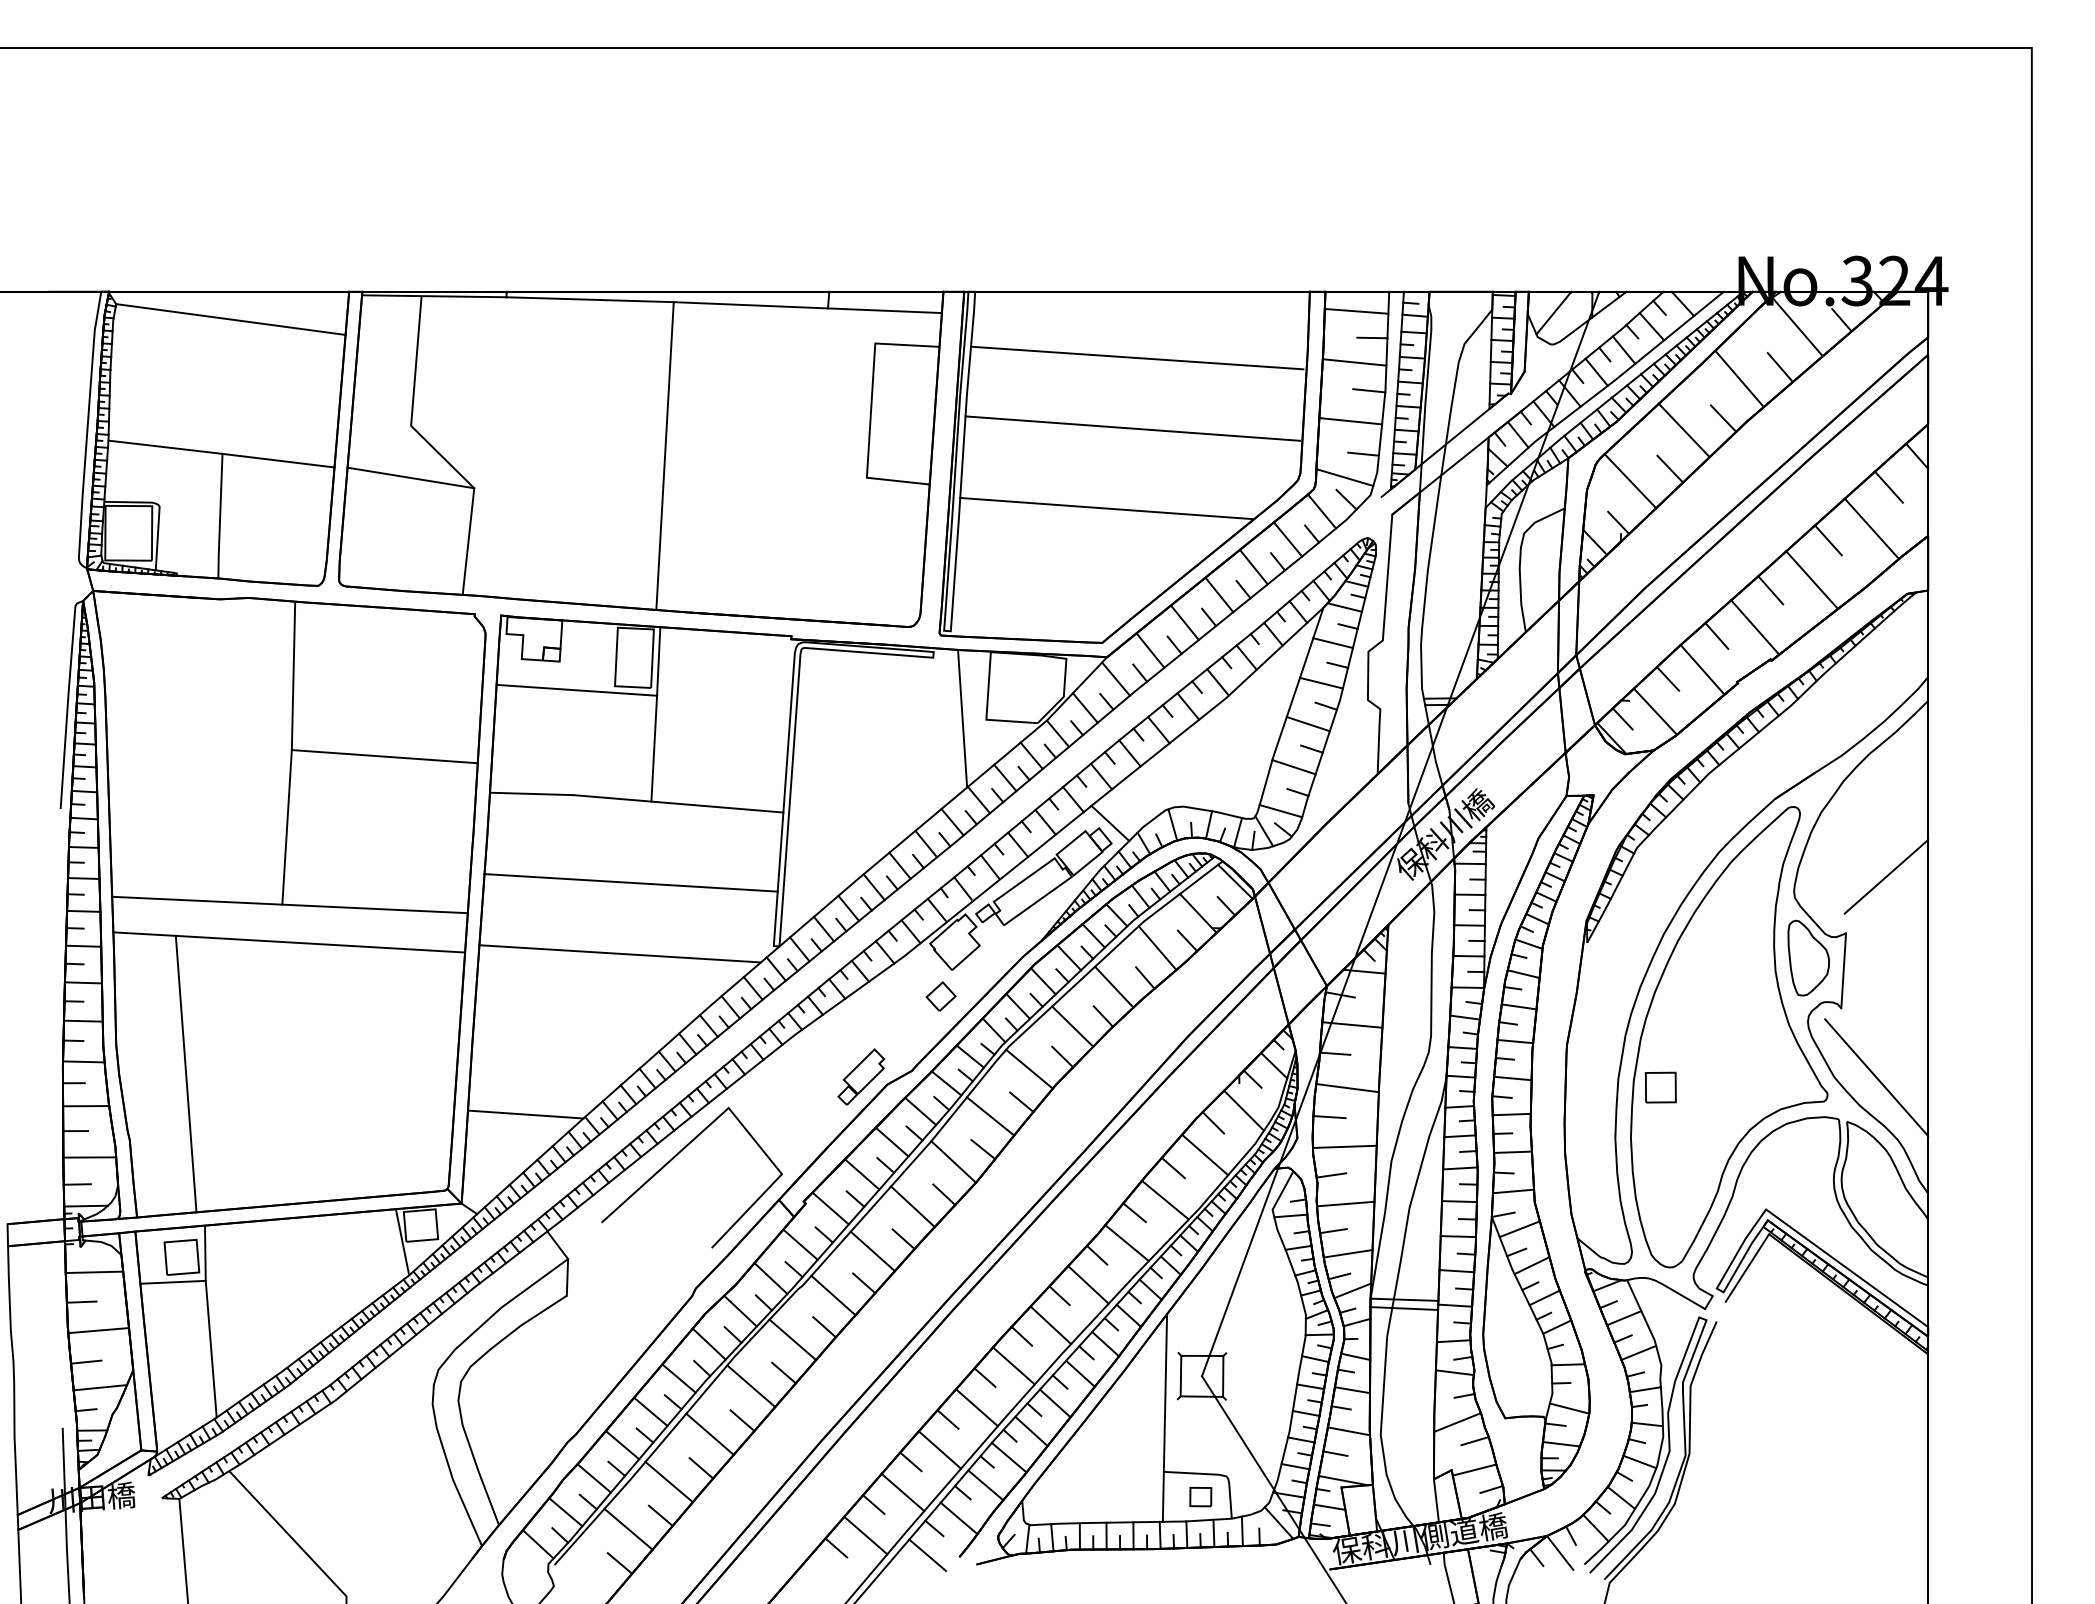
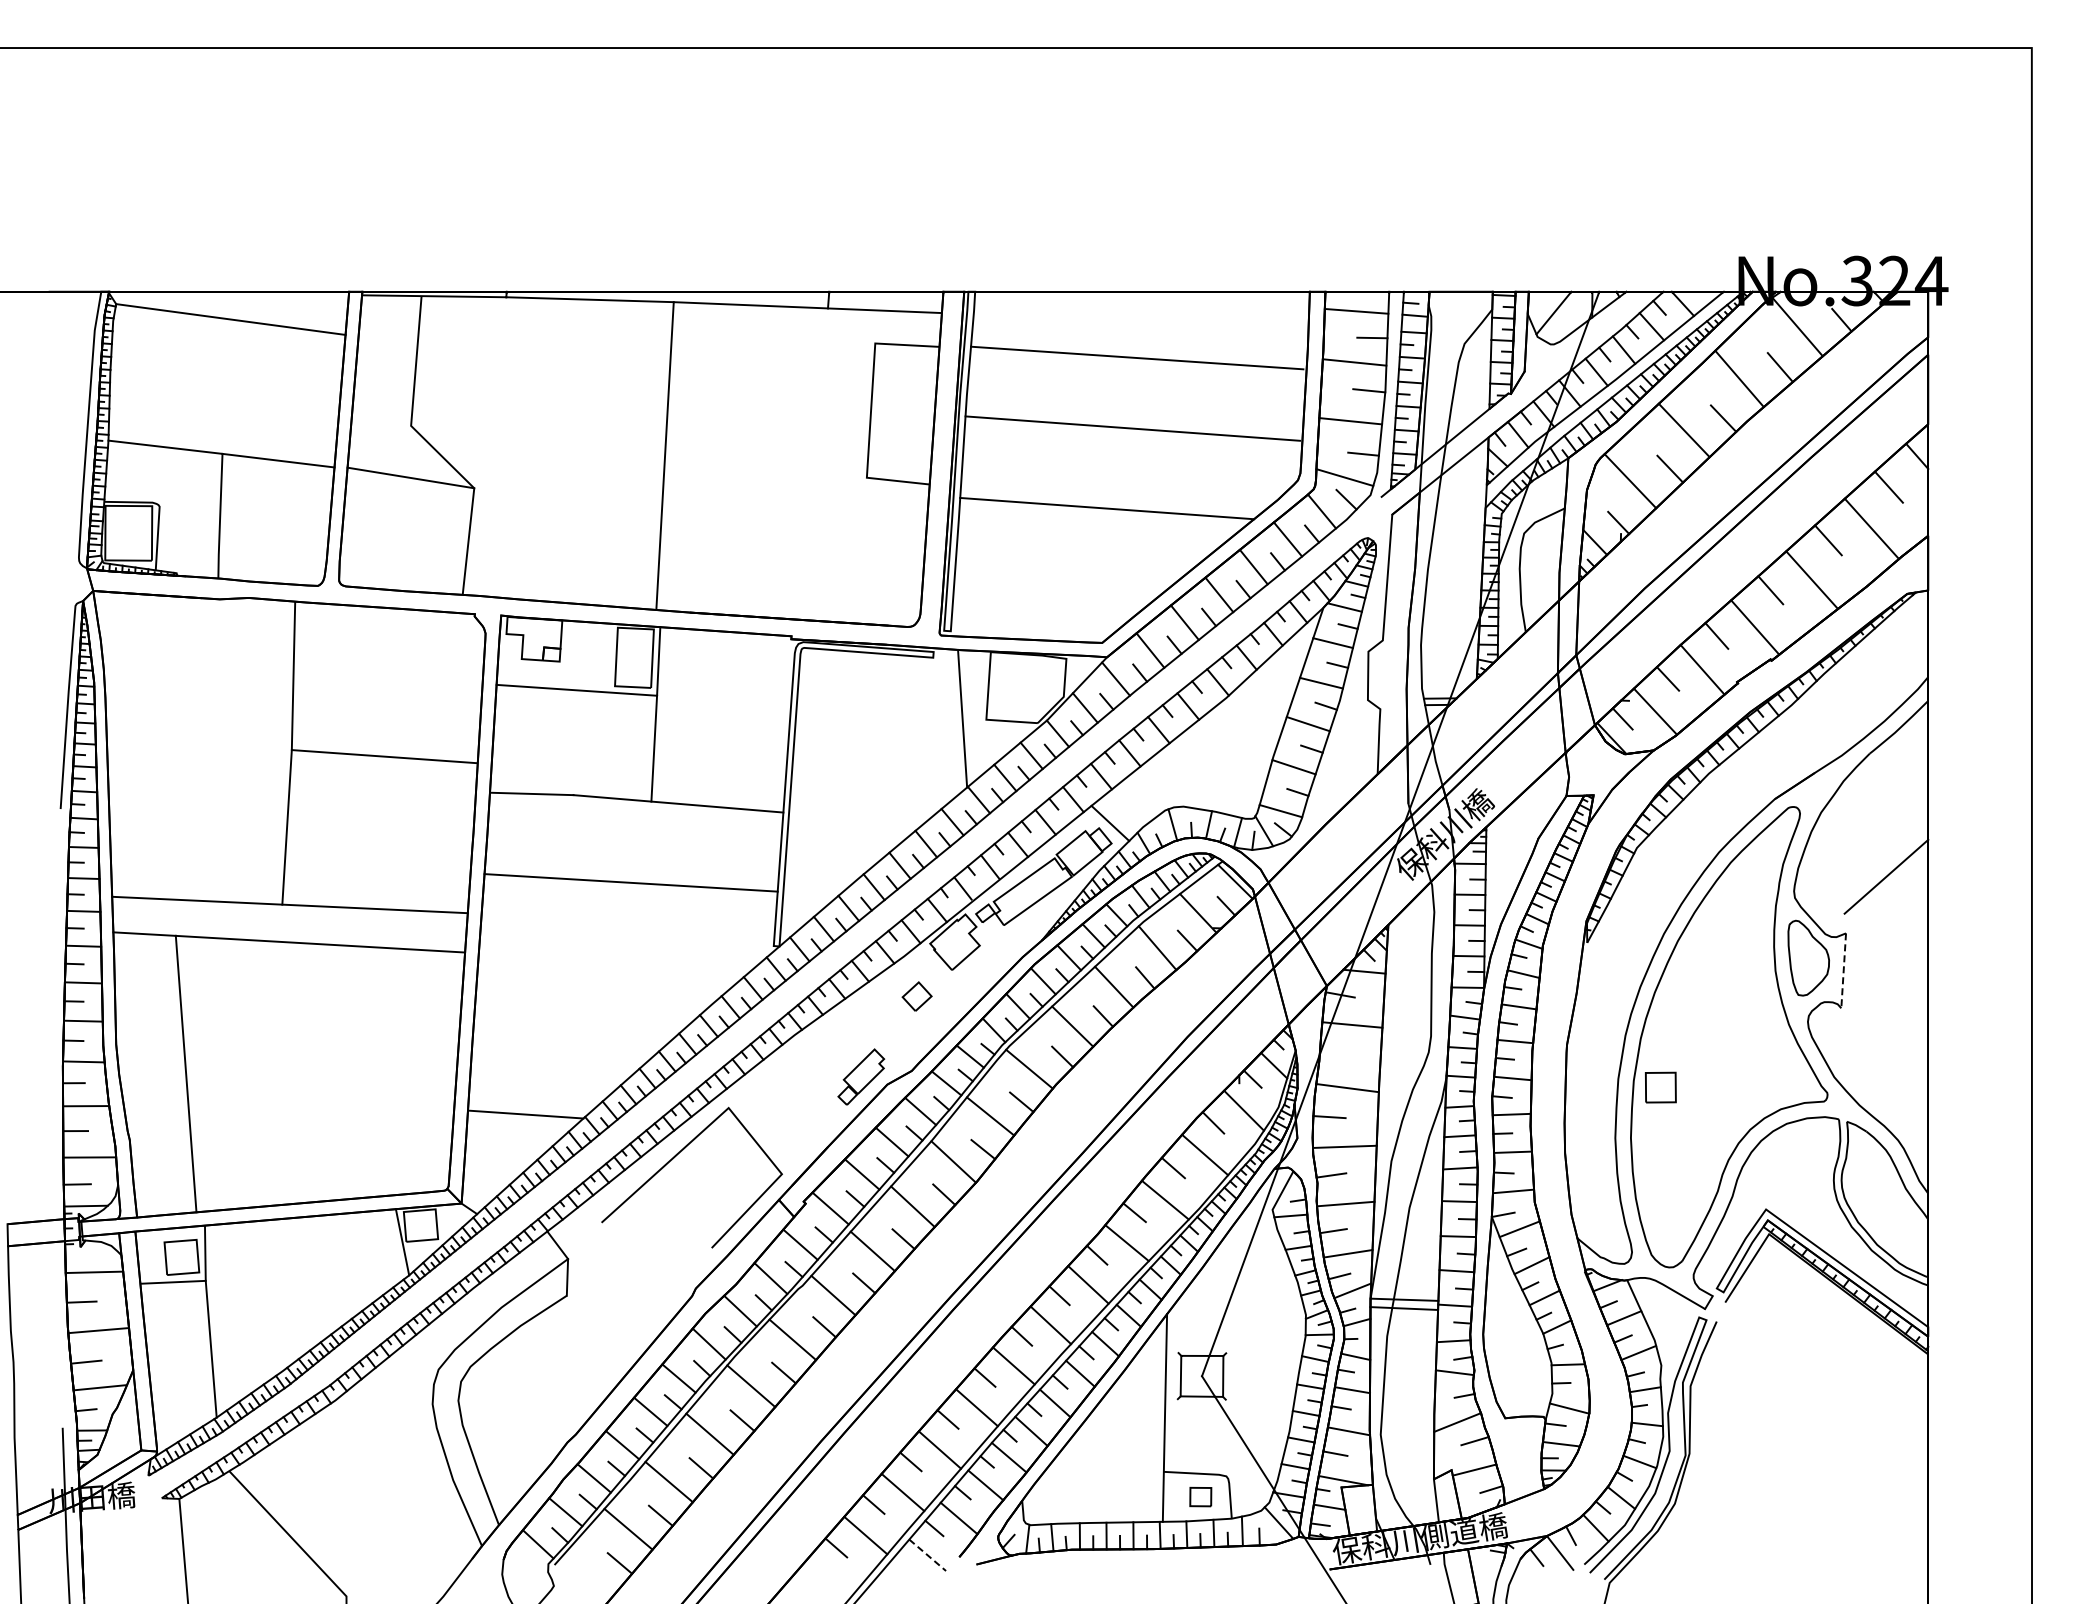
line at (619, 953): present -> none
line at (1843, 970): solid -> dashed
part at (940, 996) position: (940, 996) -> (916, 996)
line at (1334, 1053): present -> none
line at (1876, 1077): present -> none
line at (928, 1555): solid -> dashed
